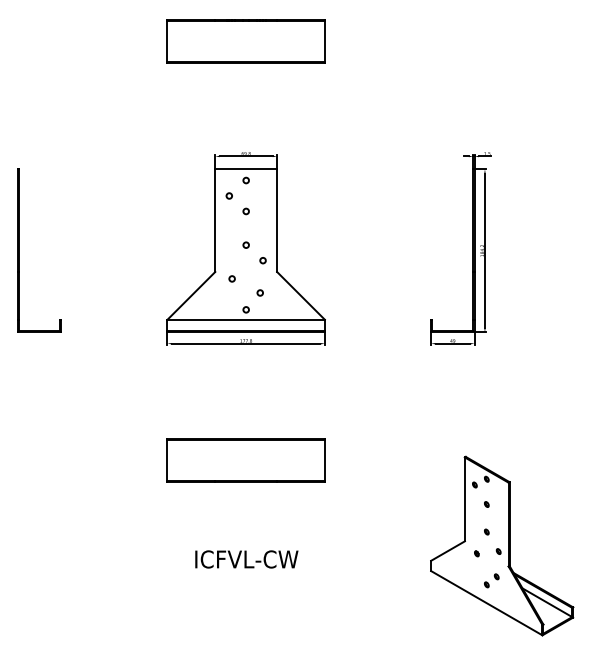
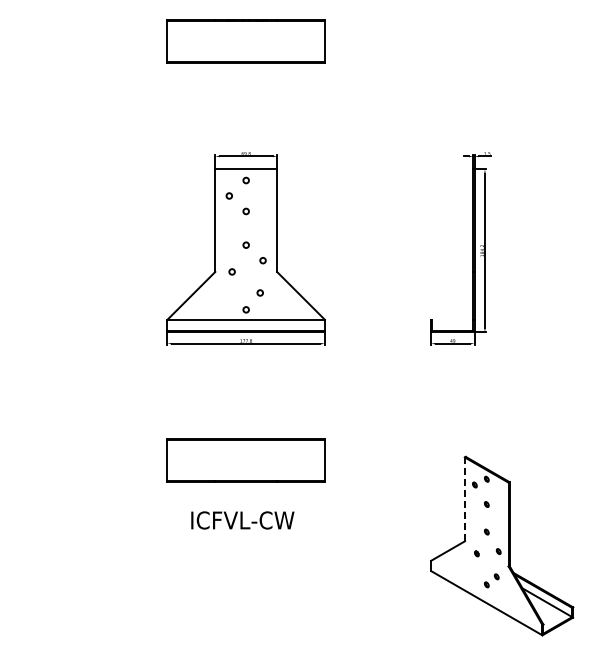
part at (19, 250): present -> none
circle at (231, 278) position: (231, 278) -> (231, 271)
line at (464, 499): solid -> dashed
text at (246, 559) position: (246, 559) -> (242, 520)
